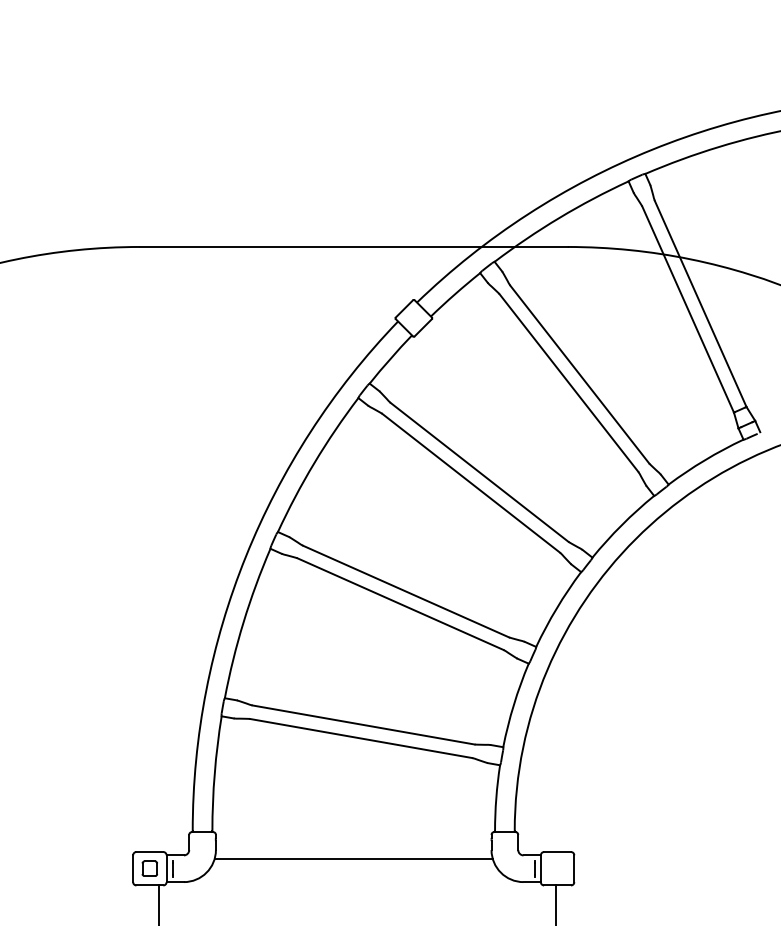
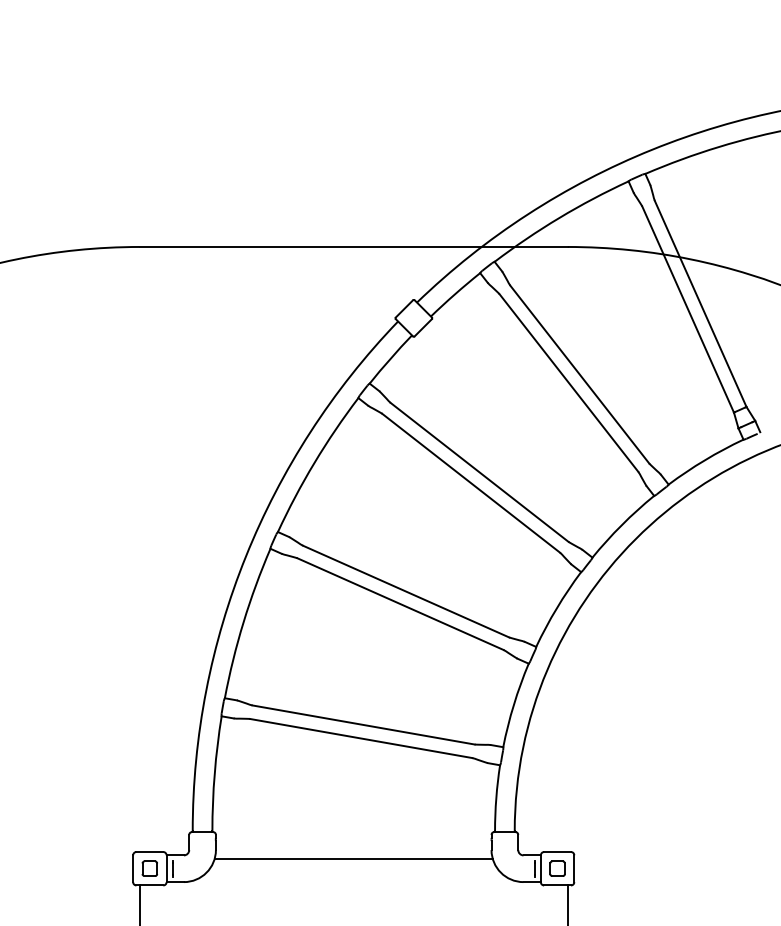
part at (557, 868): none -> present
line at (158, 903) position: (158, 903) -> (139, 903)
line at (555, 903) position: (555, 903) -> (567, 903)
